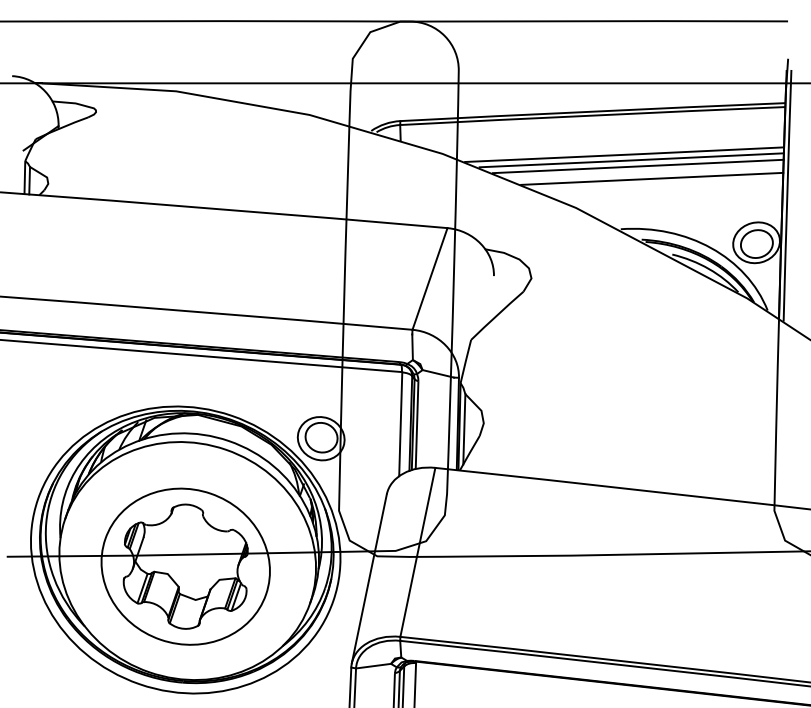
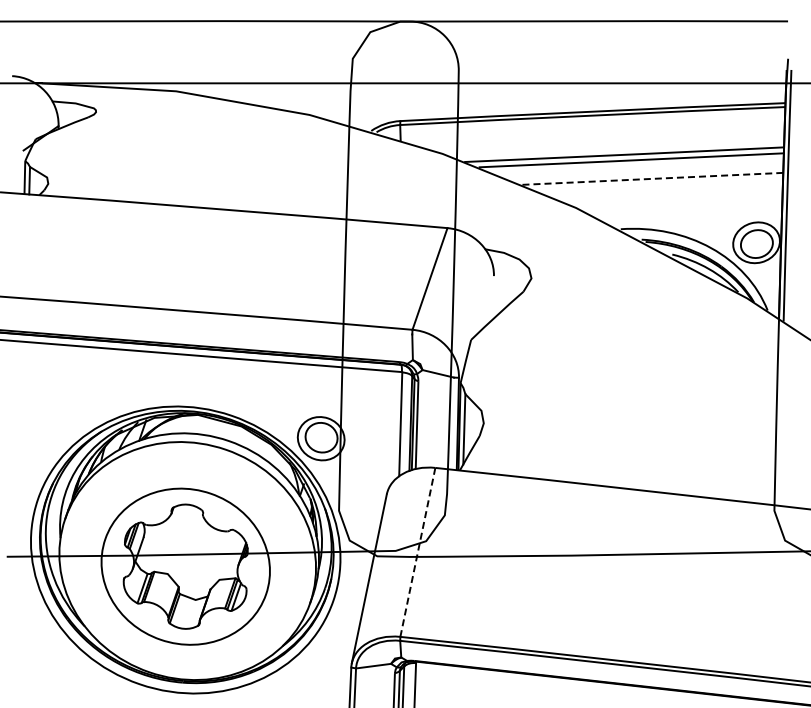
line at (637, 166): present -> none
line at (651, 178): solid -> dashed
line at (417, 552): solid -> dashed
